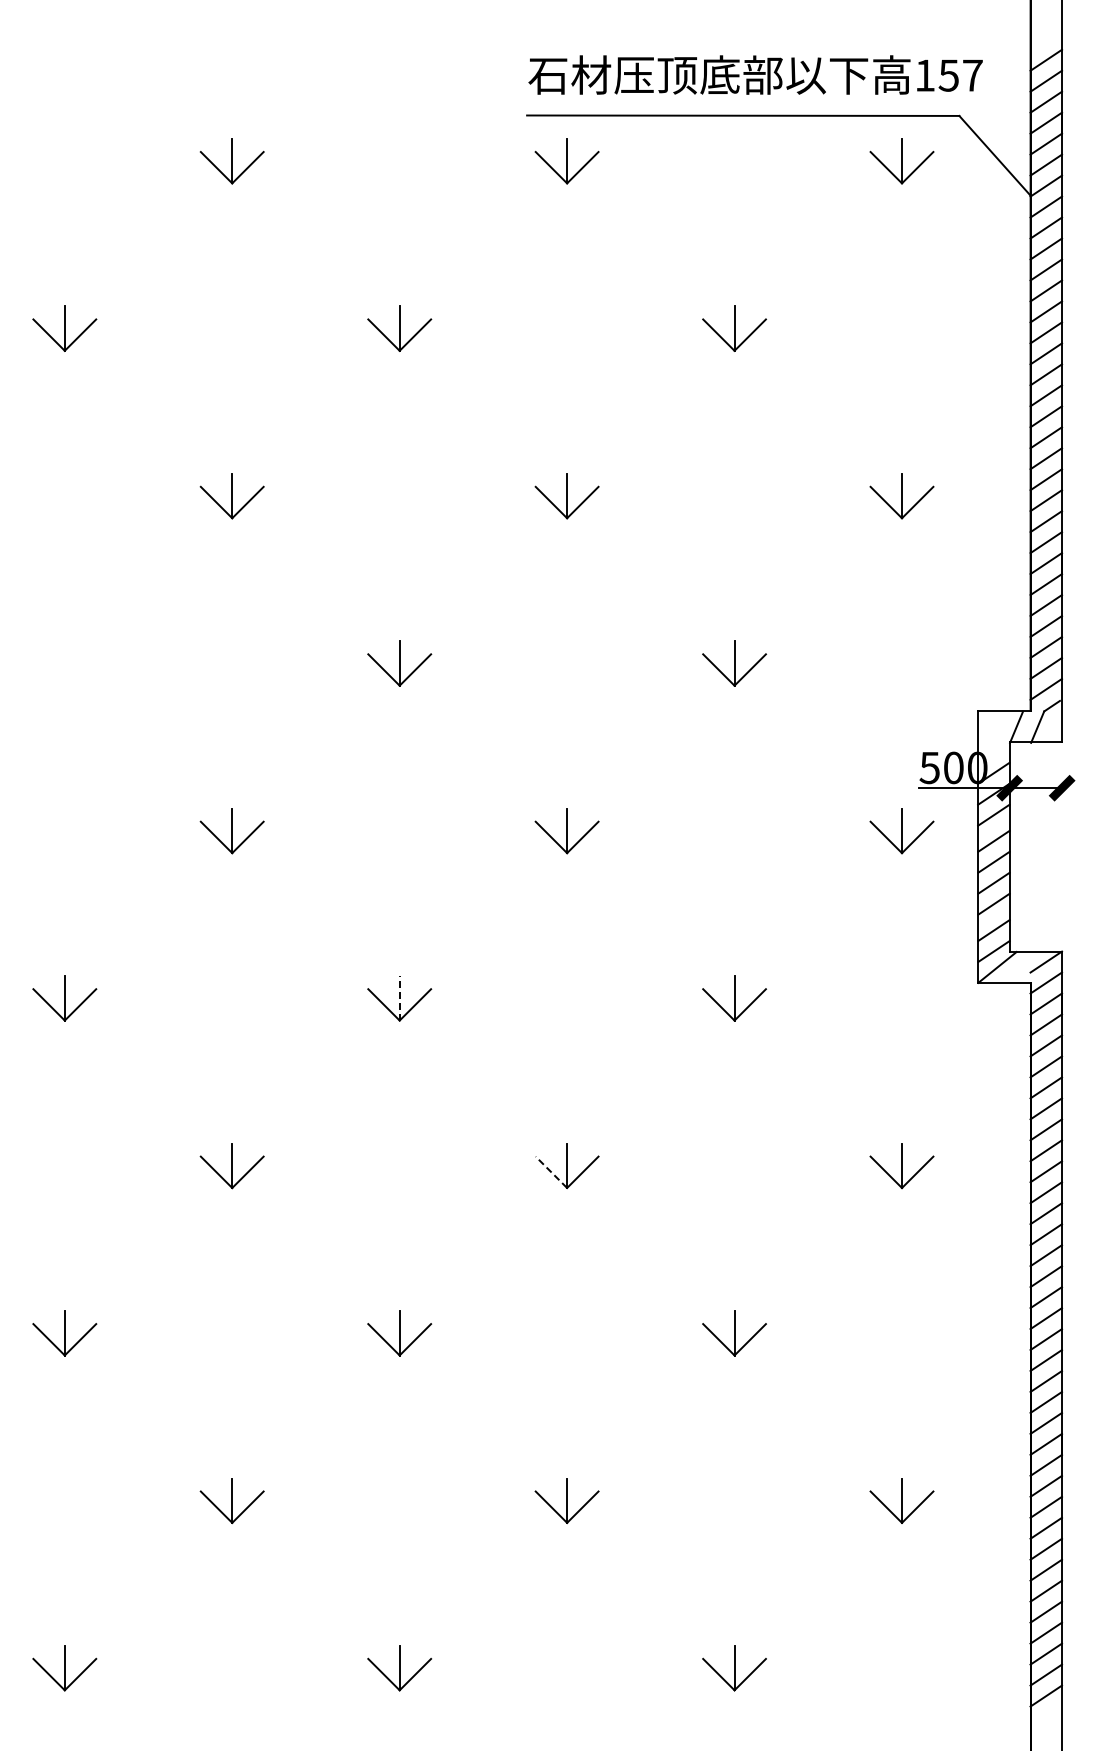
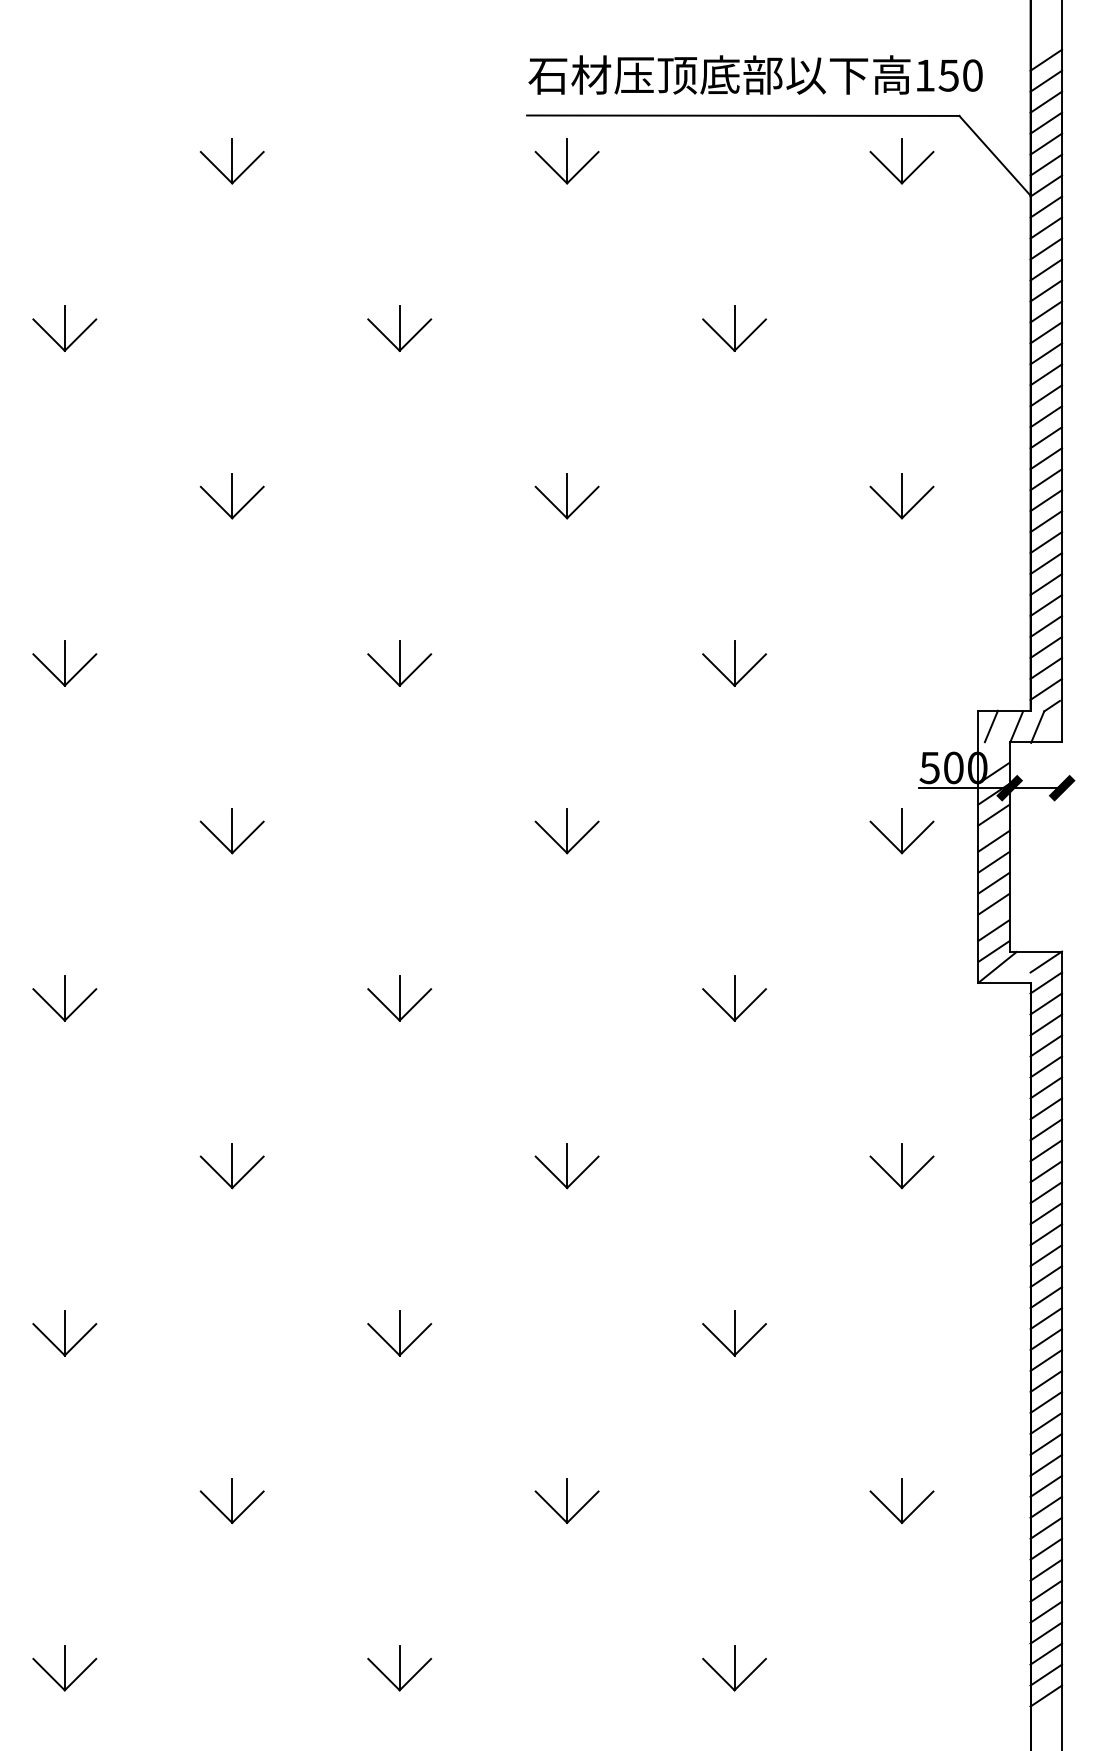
text at (972, 75): 157 -> 150
part at (64, 663): none -> present
line at (990, 726): none -> present
line at (399, 997): dashed -> solid
line at (551, 1171): dashed -> solid
